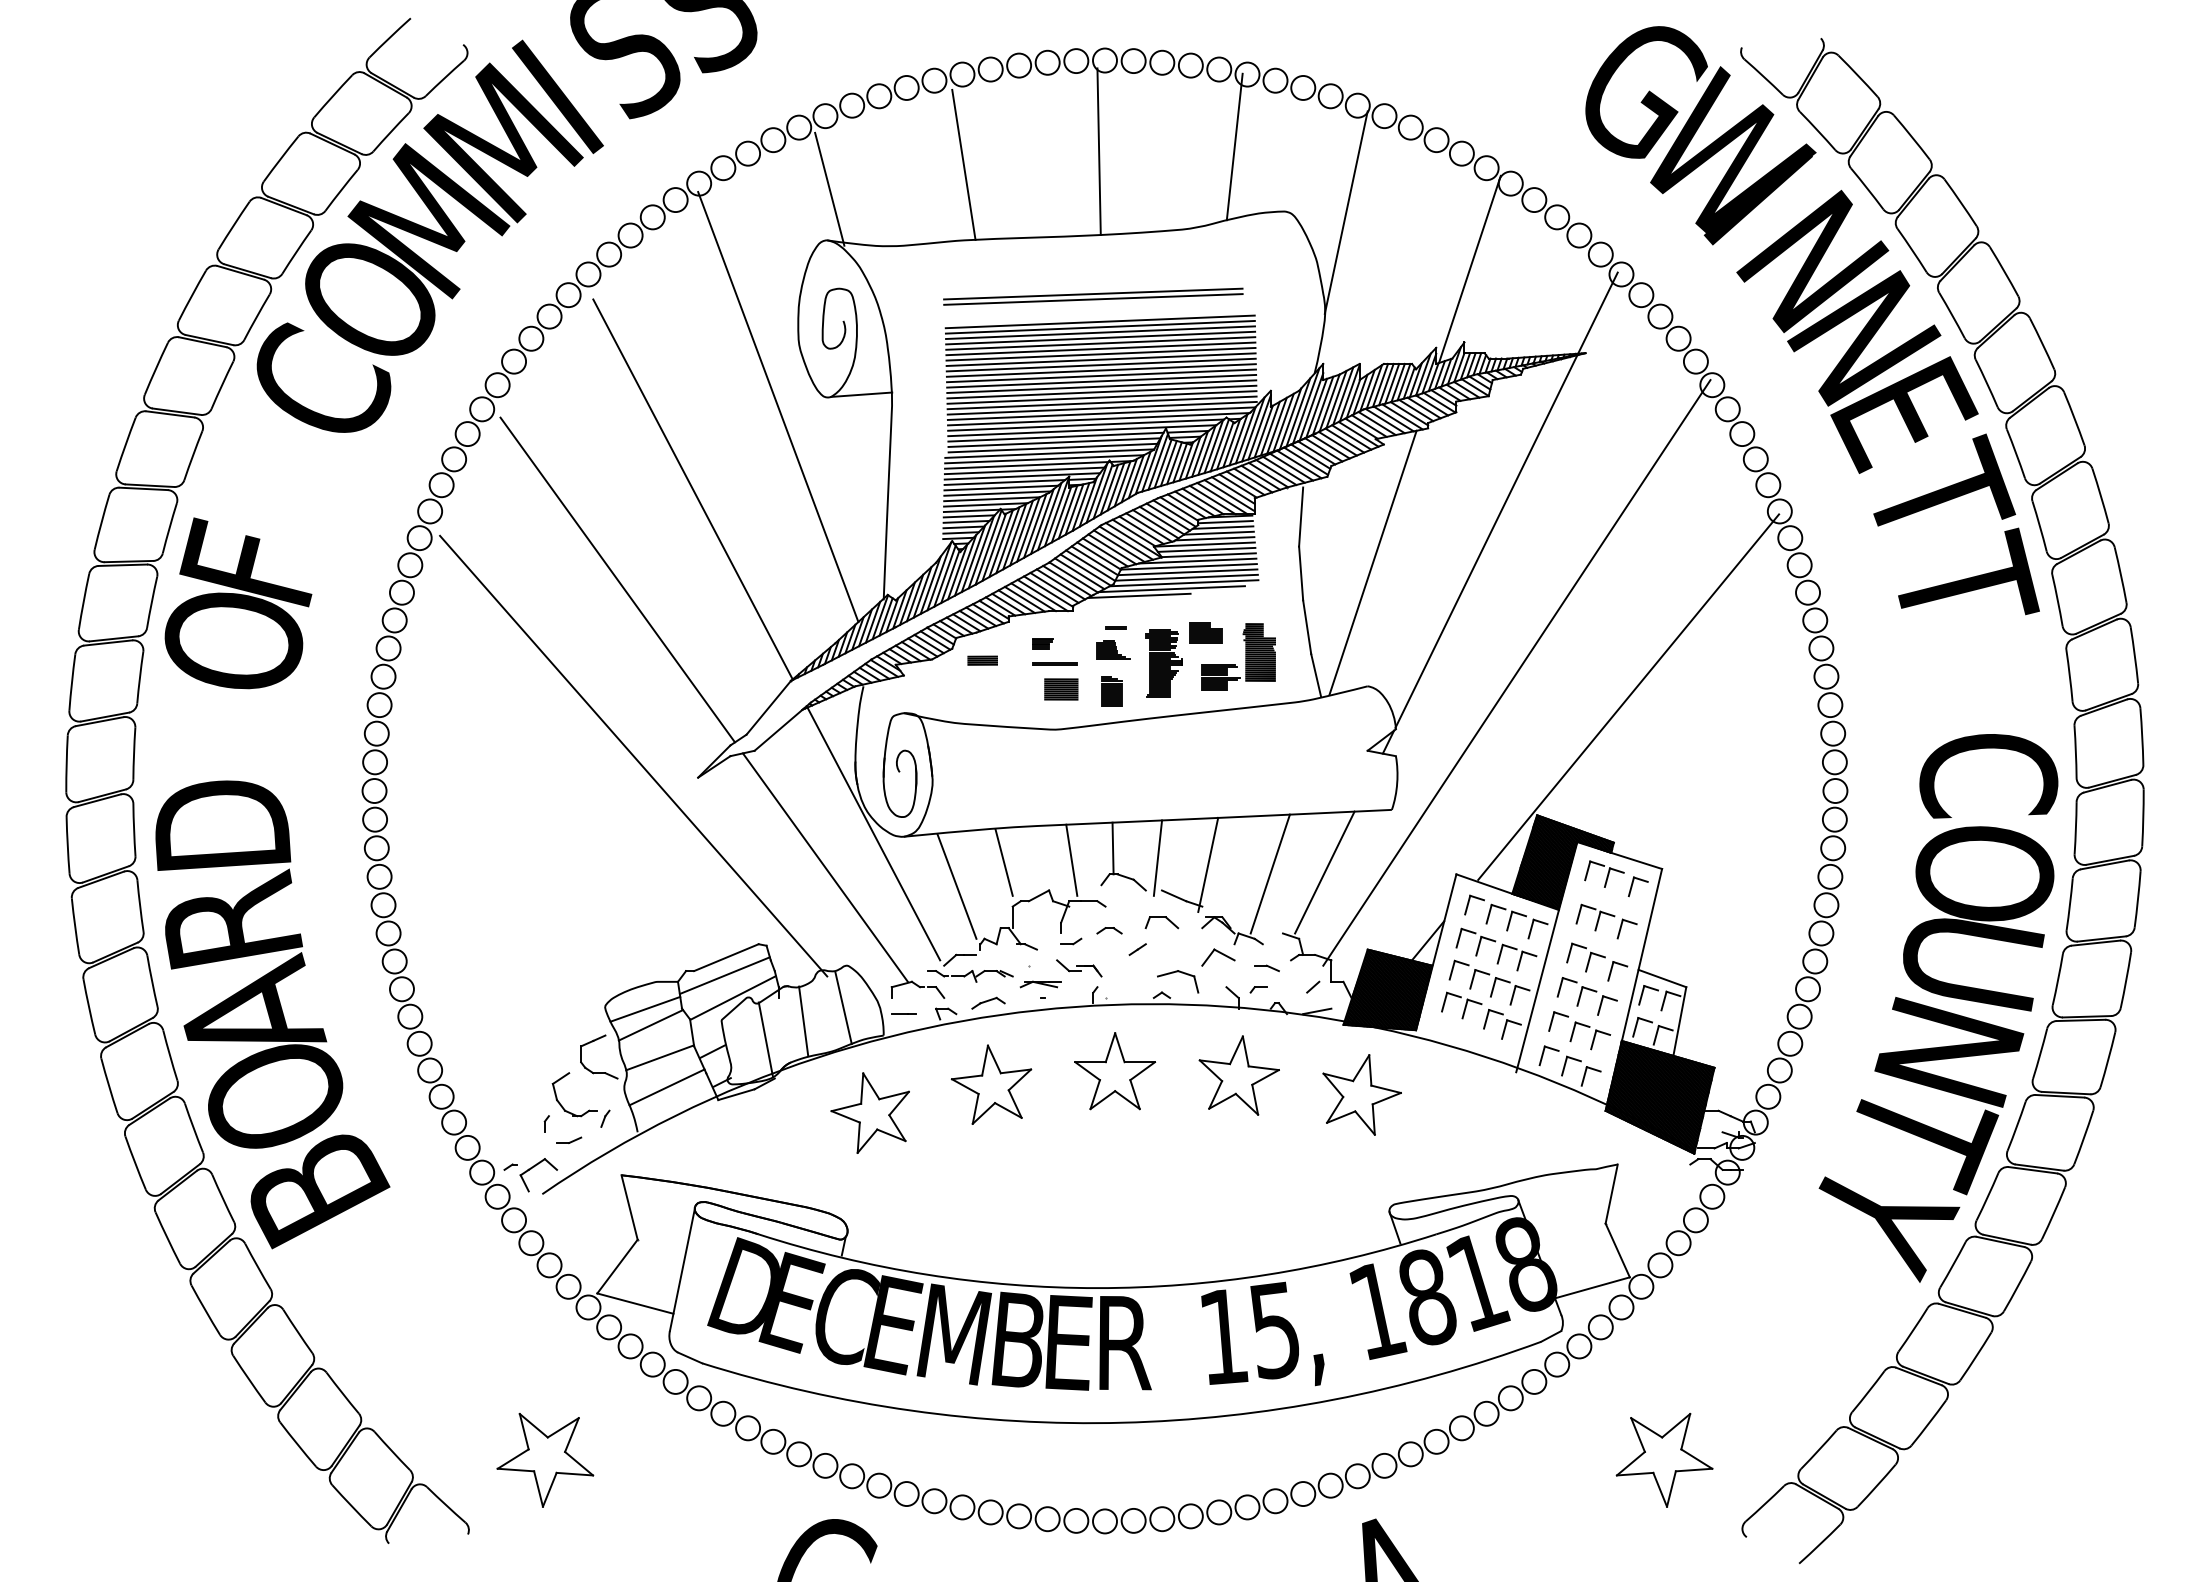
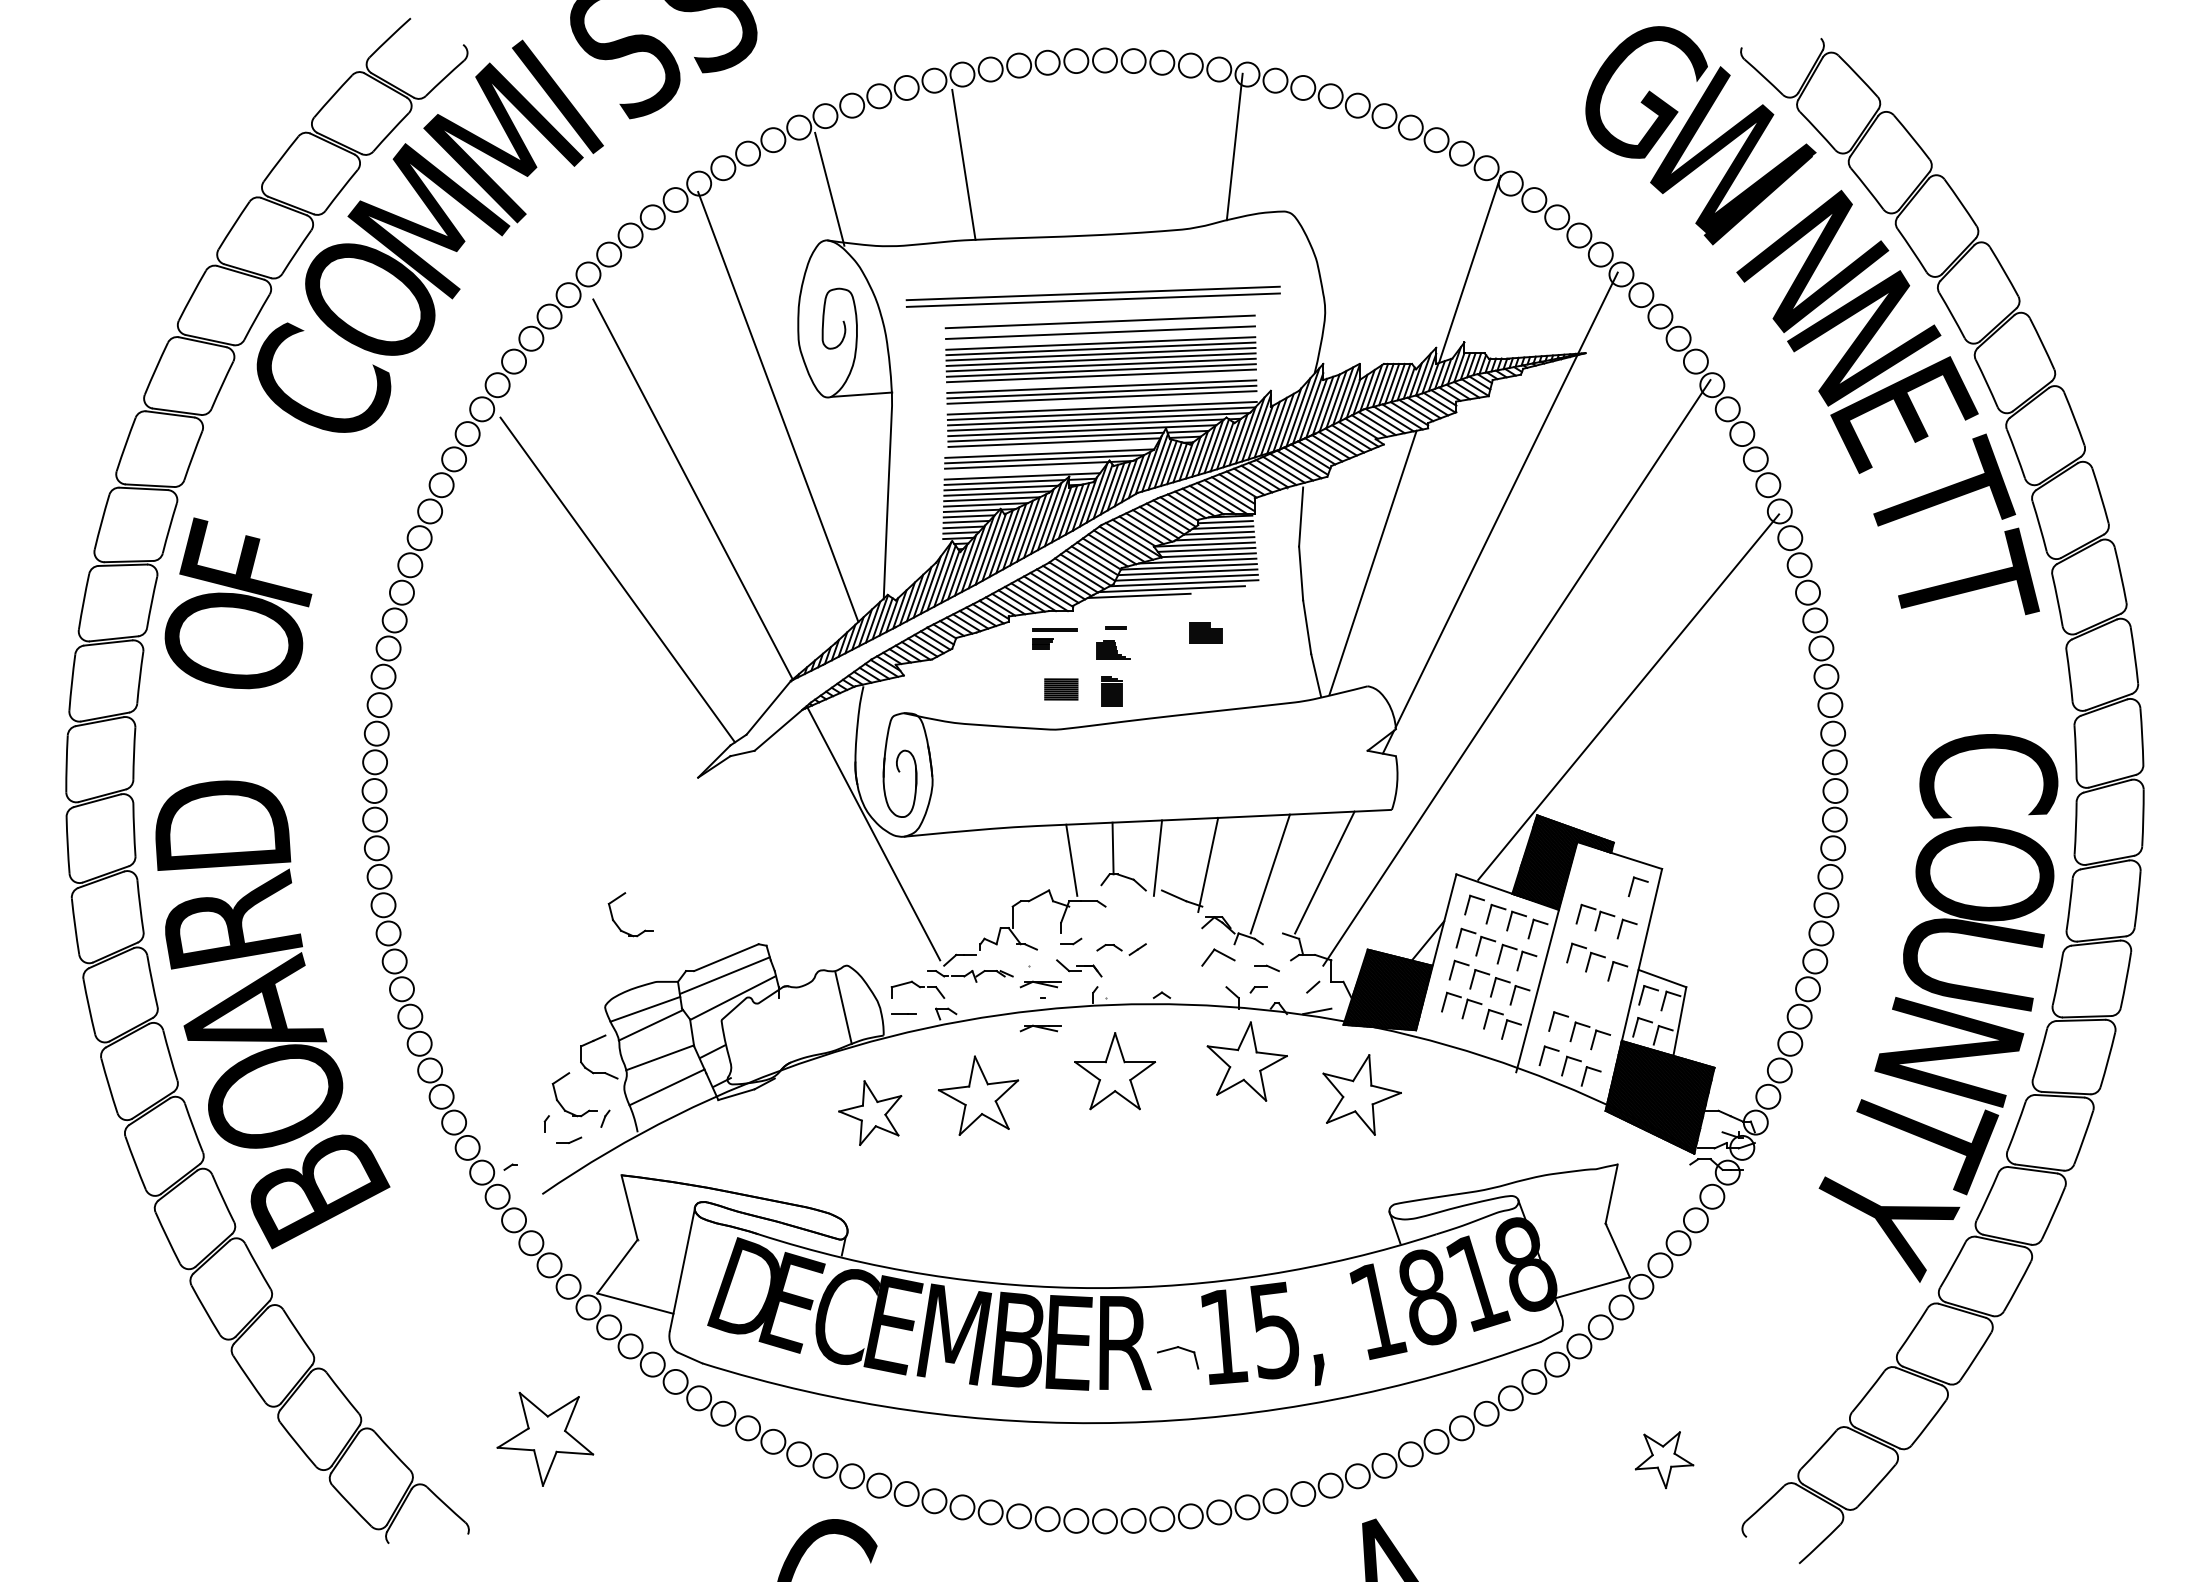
line at (1098, 151): present -> none
line at (1345, 212): present -> none
part at (1093, 296) size: 301x19 px -> 376x23 px
line at (1099, 326): present -> none
line at (1100, 337): present -> none
line at (1101, 380): present -> none
line at (1101, 402): present -> none
line at (1052, 447): present -> none
line at (1024, 470): present -> none
part at (1245, 656): present -> none
part at (982, 660): present -> none
line at (1054, 663) position: (1054, 663) -> (1054, 629)
part at (1163, 663): present -> none
line at (633, 755): present -> none
line at (1003, 862): present -> none
line at (824, 867): present -> none
part at (1604, 873): present -> none
line at (956, 886): present -> none
part at (616, 922): none -> present
part at (1161, 922): present -> none
part at (1109, 930) position: (1109, 930) -> (1109, 947)
part at (1181, 973) position: (1181, 973) -> (1181, 1349)
part at (1586, 996): present -> none
part at (988, 1002): present -> none
line at (803, 1021): present -> none
part at (1040, 1028): none -> present
line at (765, 1039): present -> none
part at (1238, 1075) position: (1238, 1075) -> (1246, 1061)
part at (991, 1084) position: (991, 1084) -> (978, 1095)
part at (869, 1112) size: 80x82 px -> 65x66 px
part at (534, 1167): present -> none
part at (545, 1459) position: (545, 1459) -> (545, 1438)
part at (1664, 1459) size: 99x96 px -> 61x59 px
